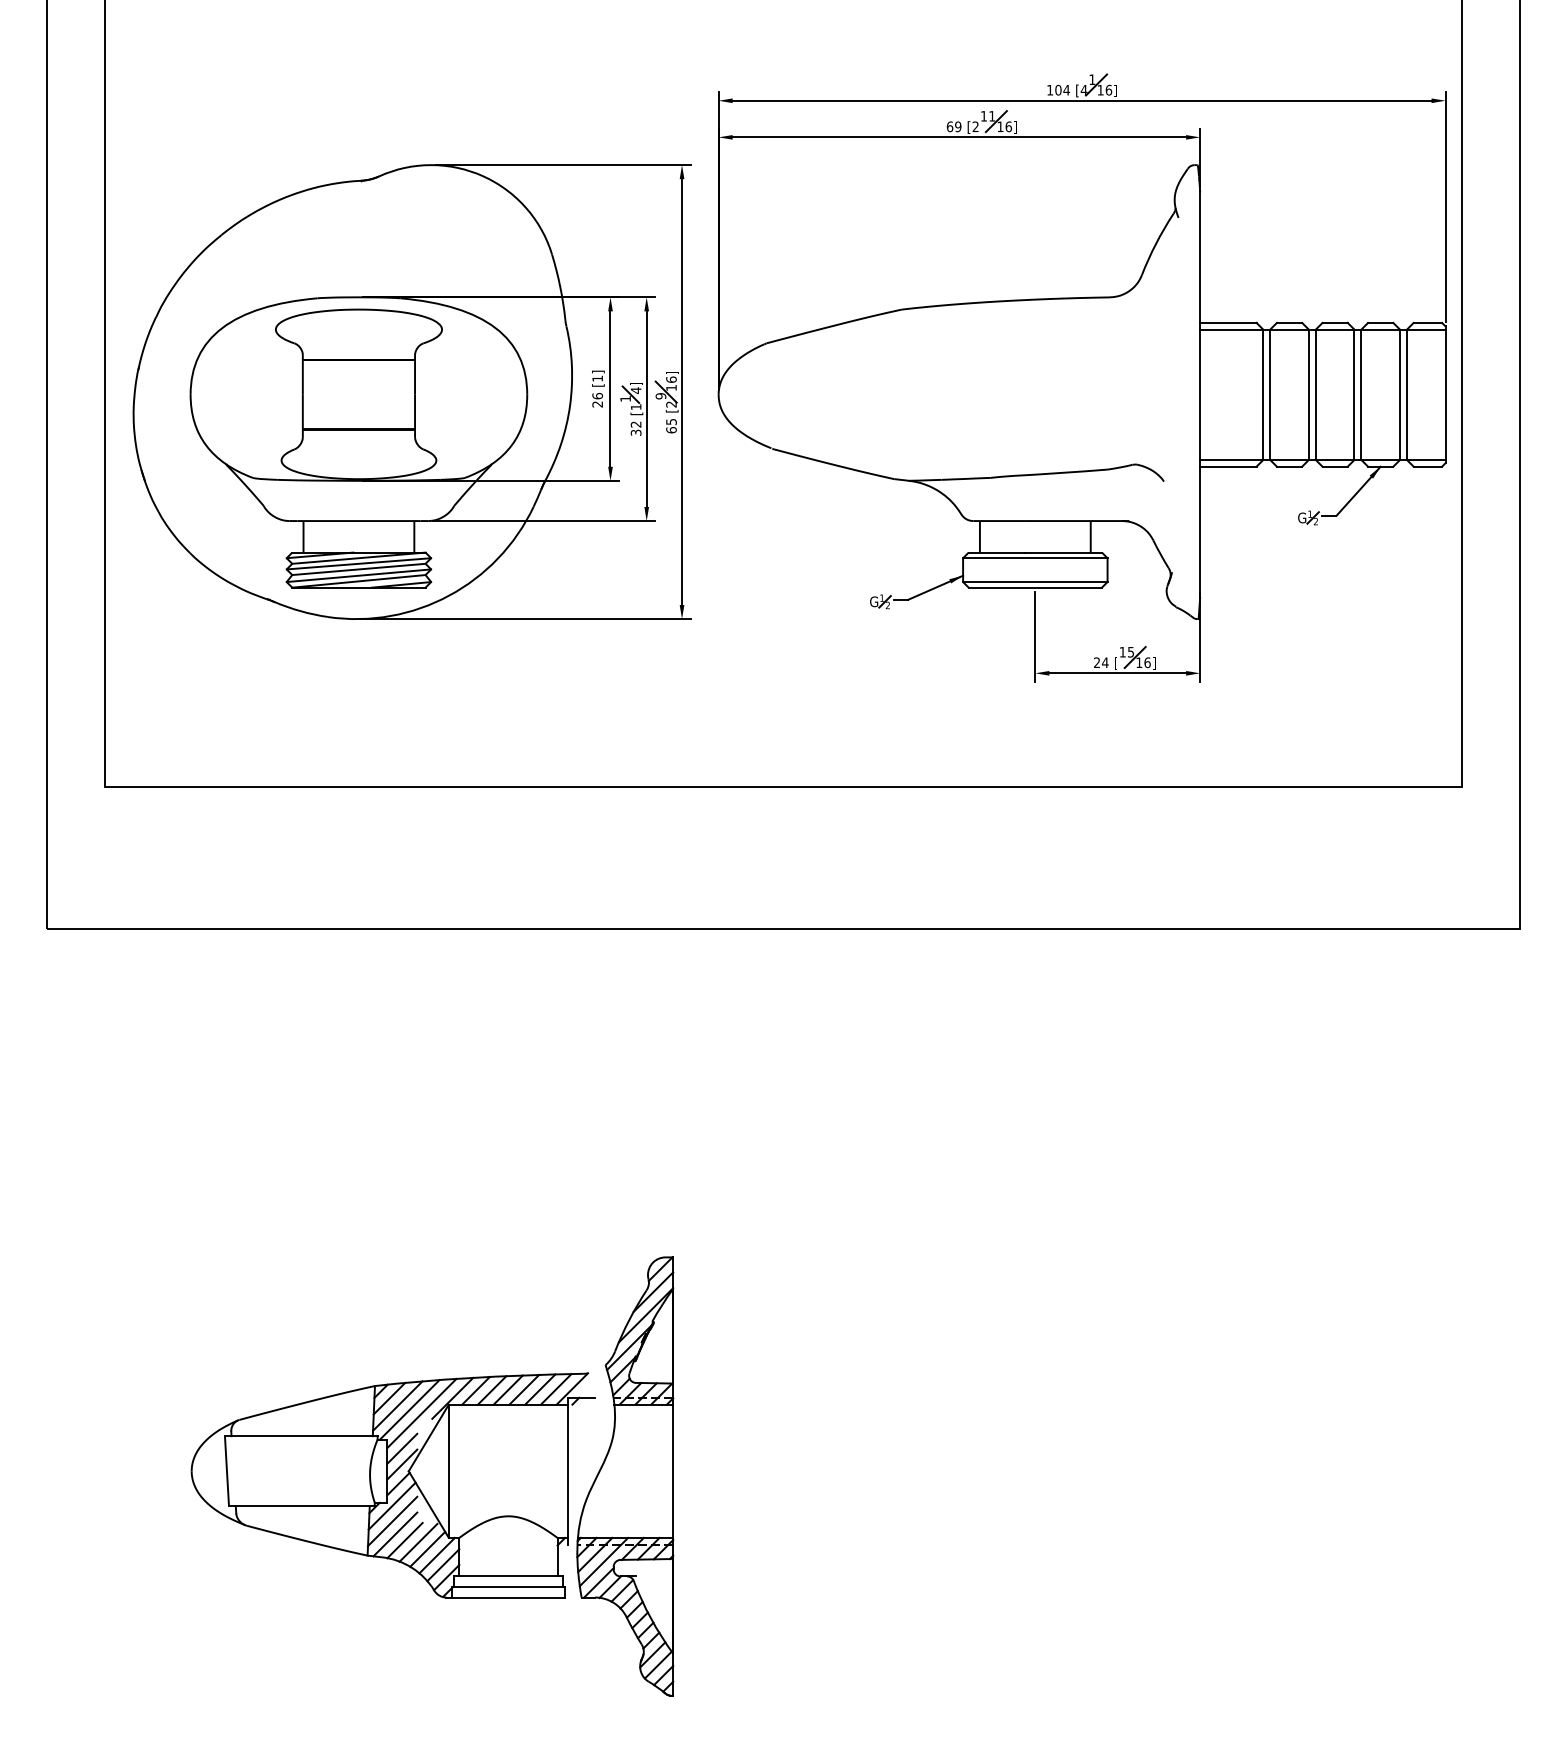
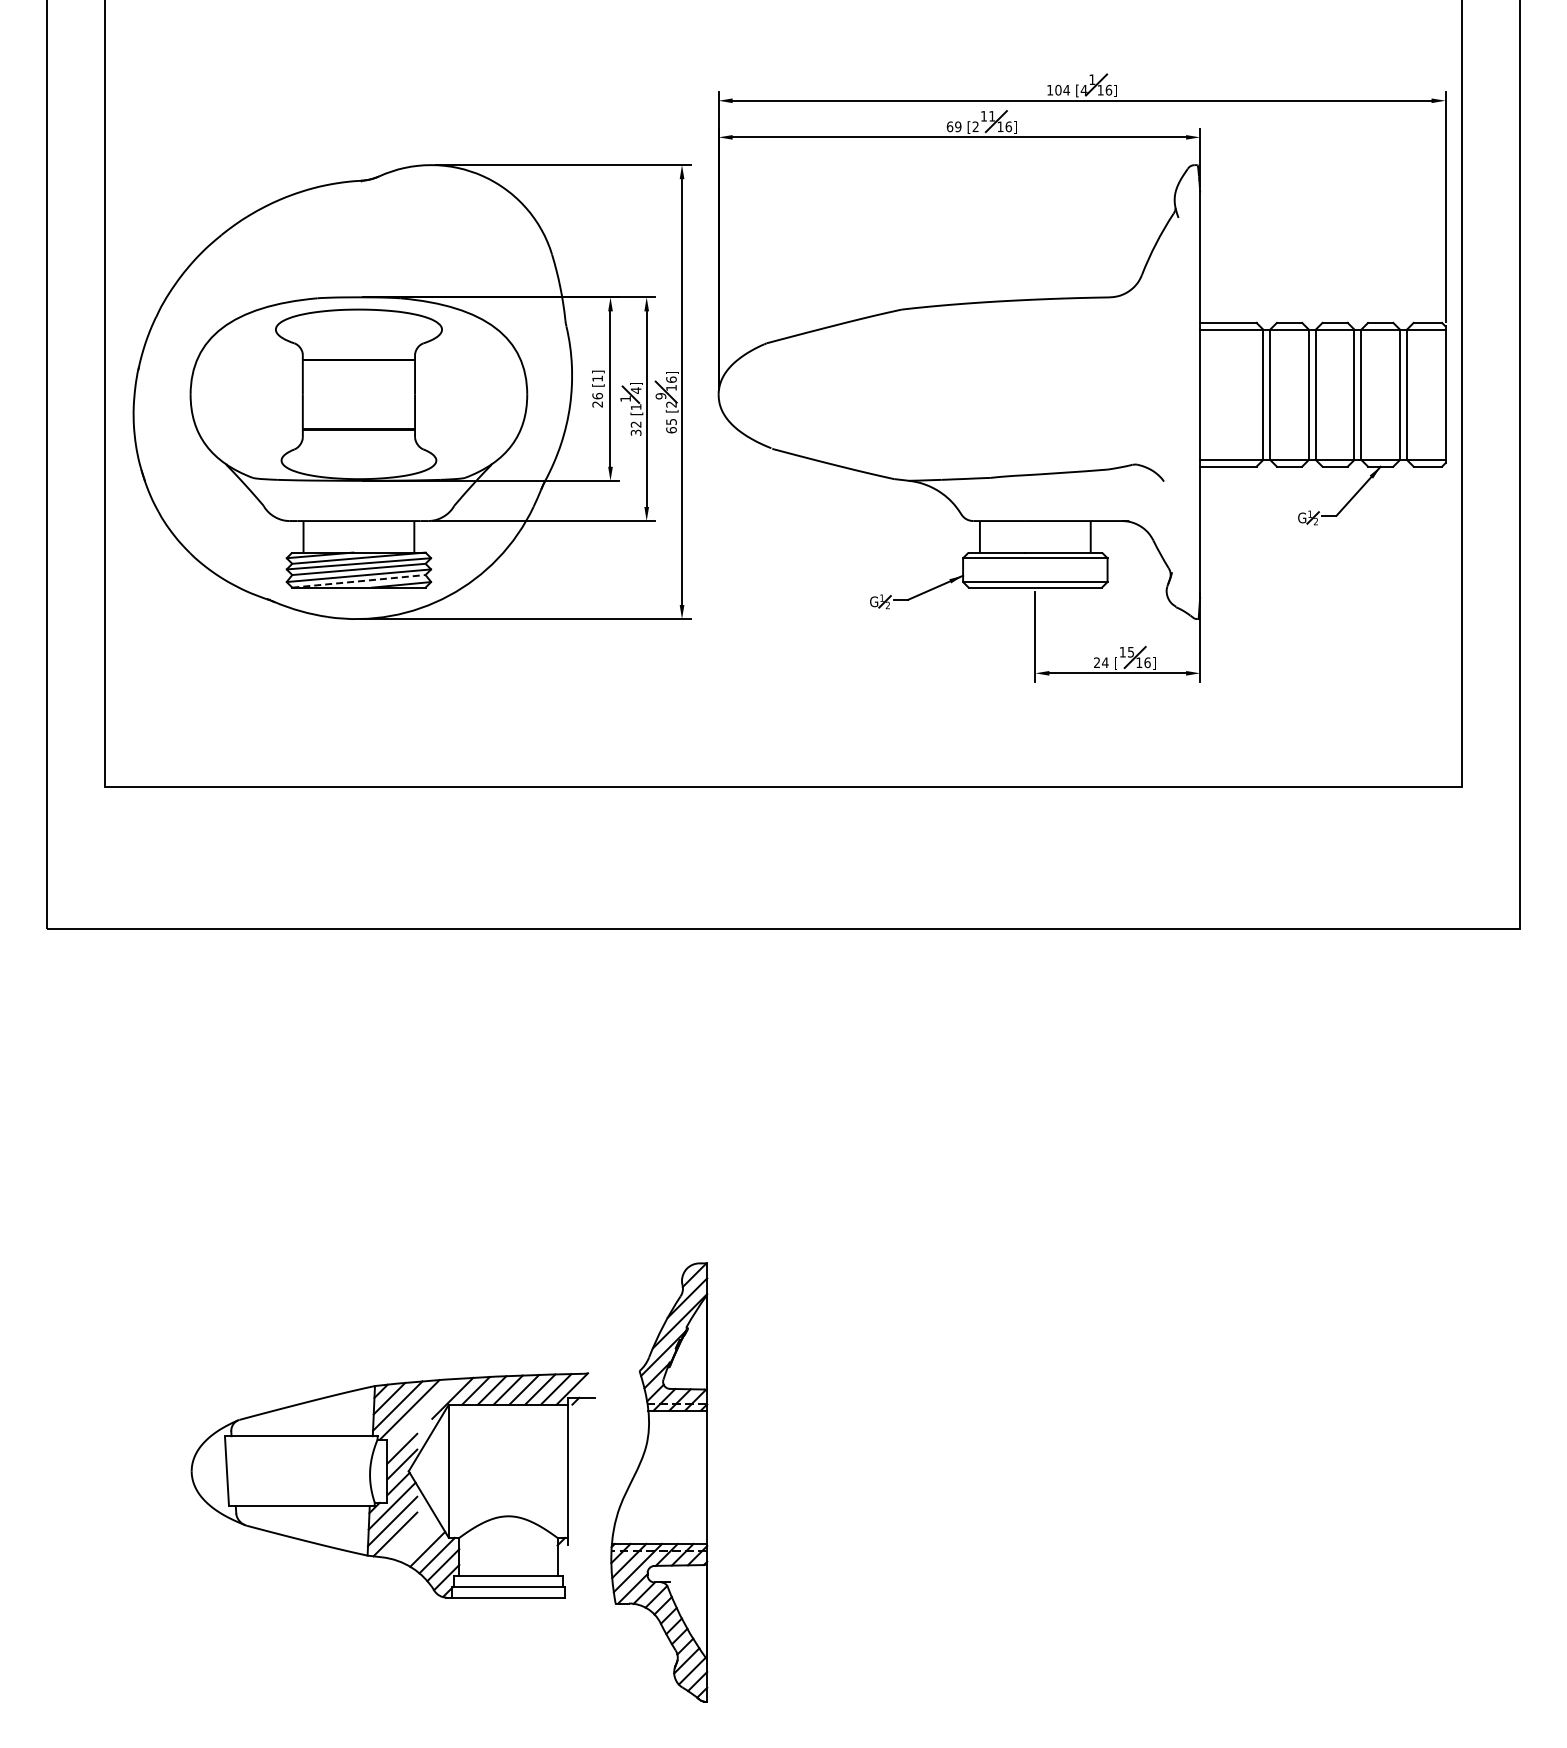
line at (358, 581): solid -> dashed
line at (421, 1412): present -> none
part at (625, 1476) position: (625, 1476) -> (659, 1482)
line at (404, 1540): present -> none
line at (418, 1542): present -> none
